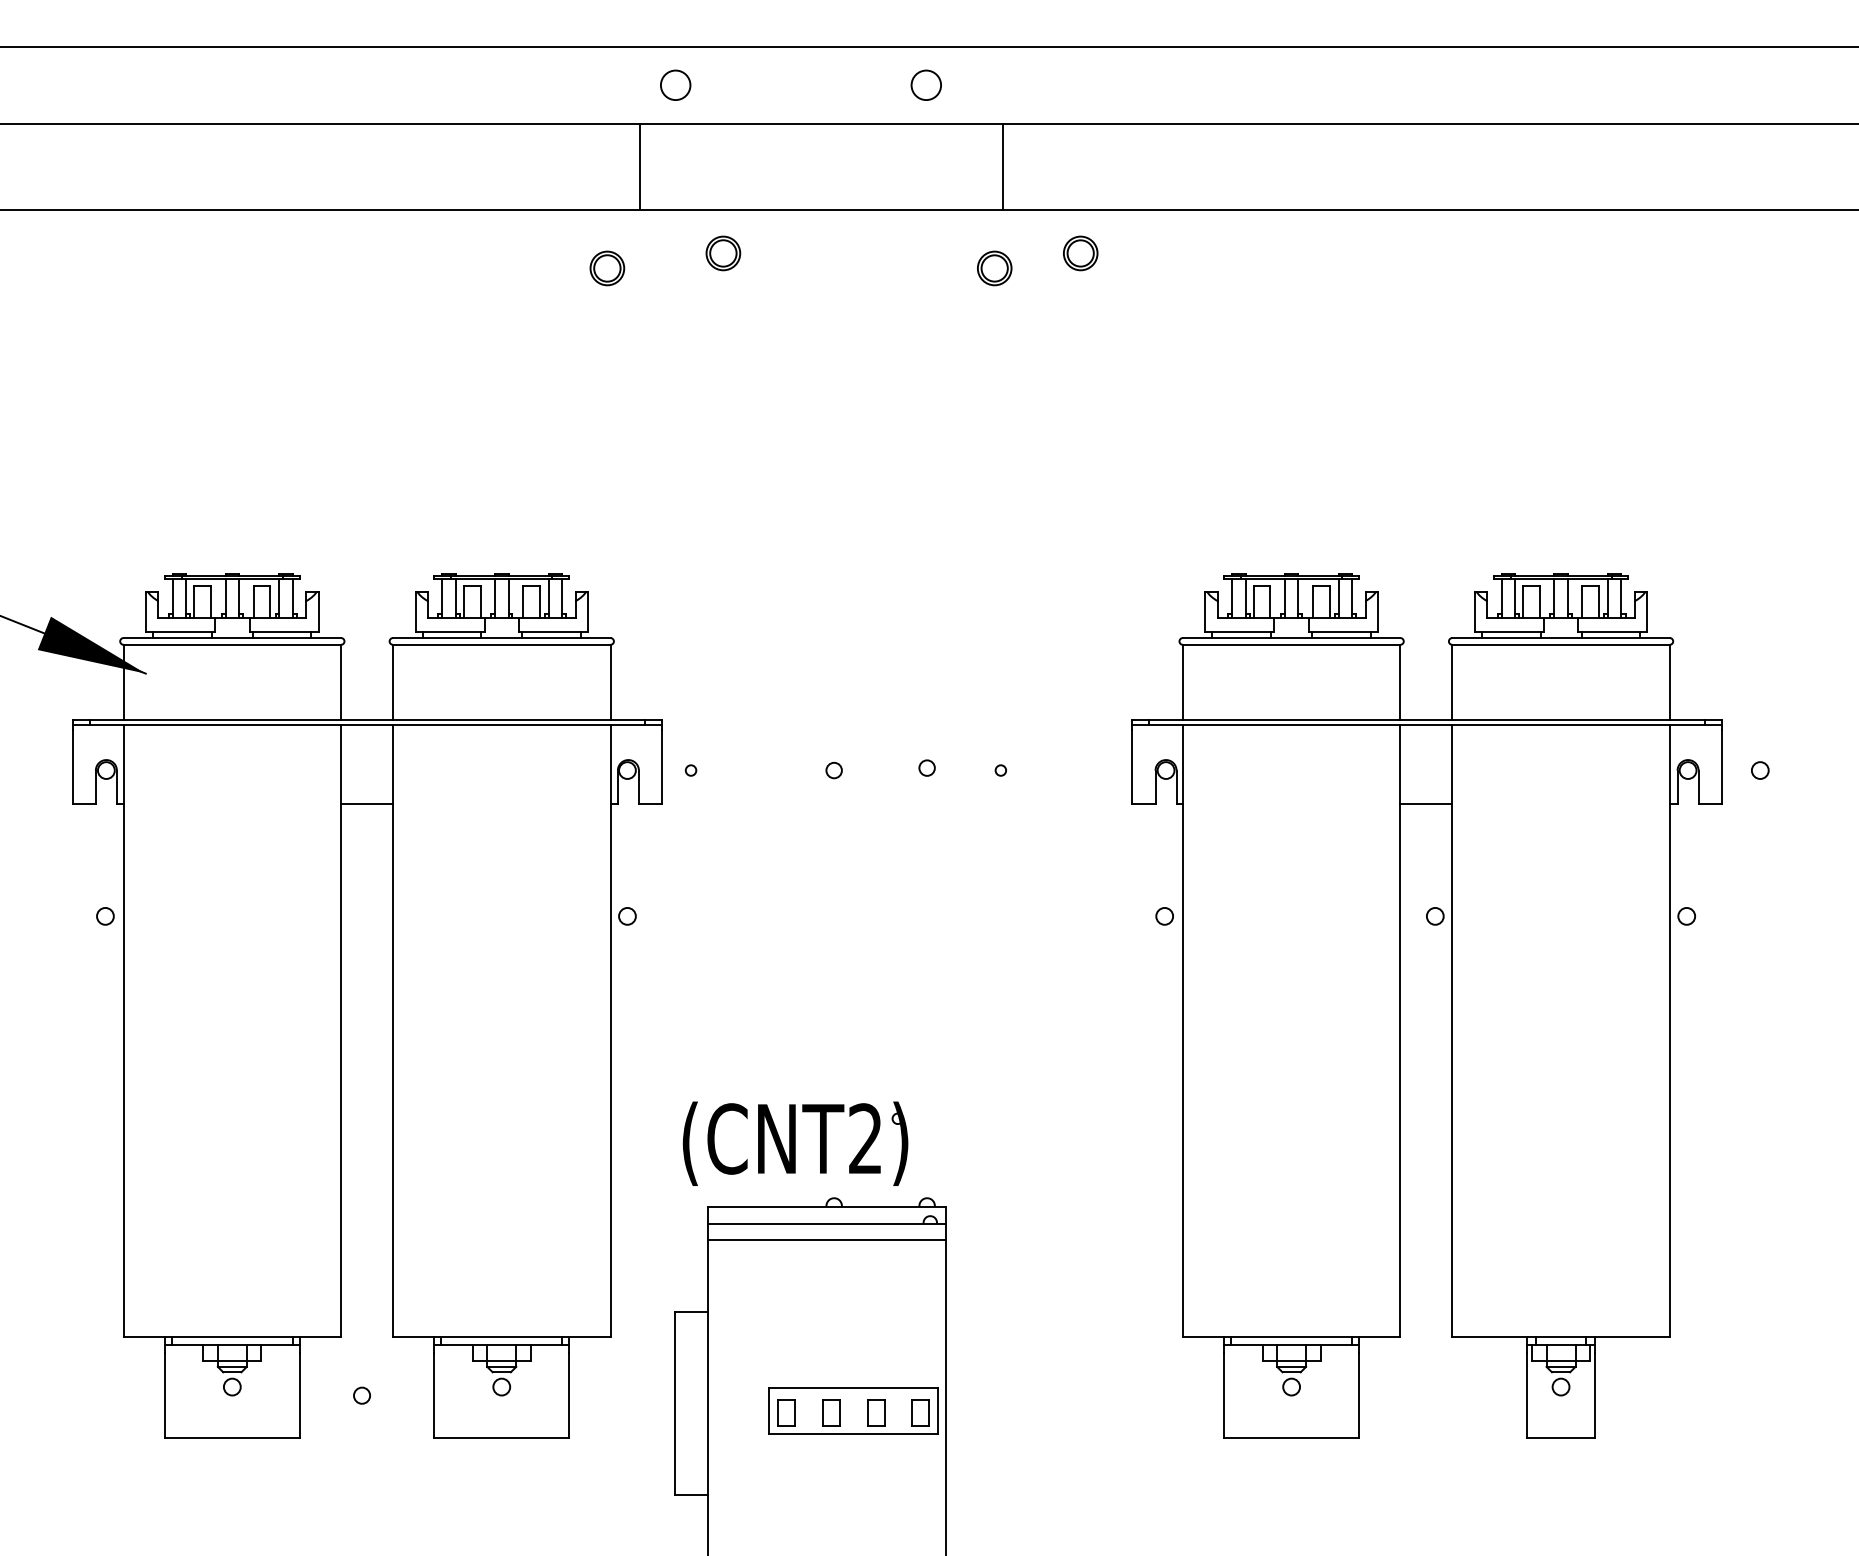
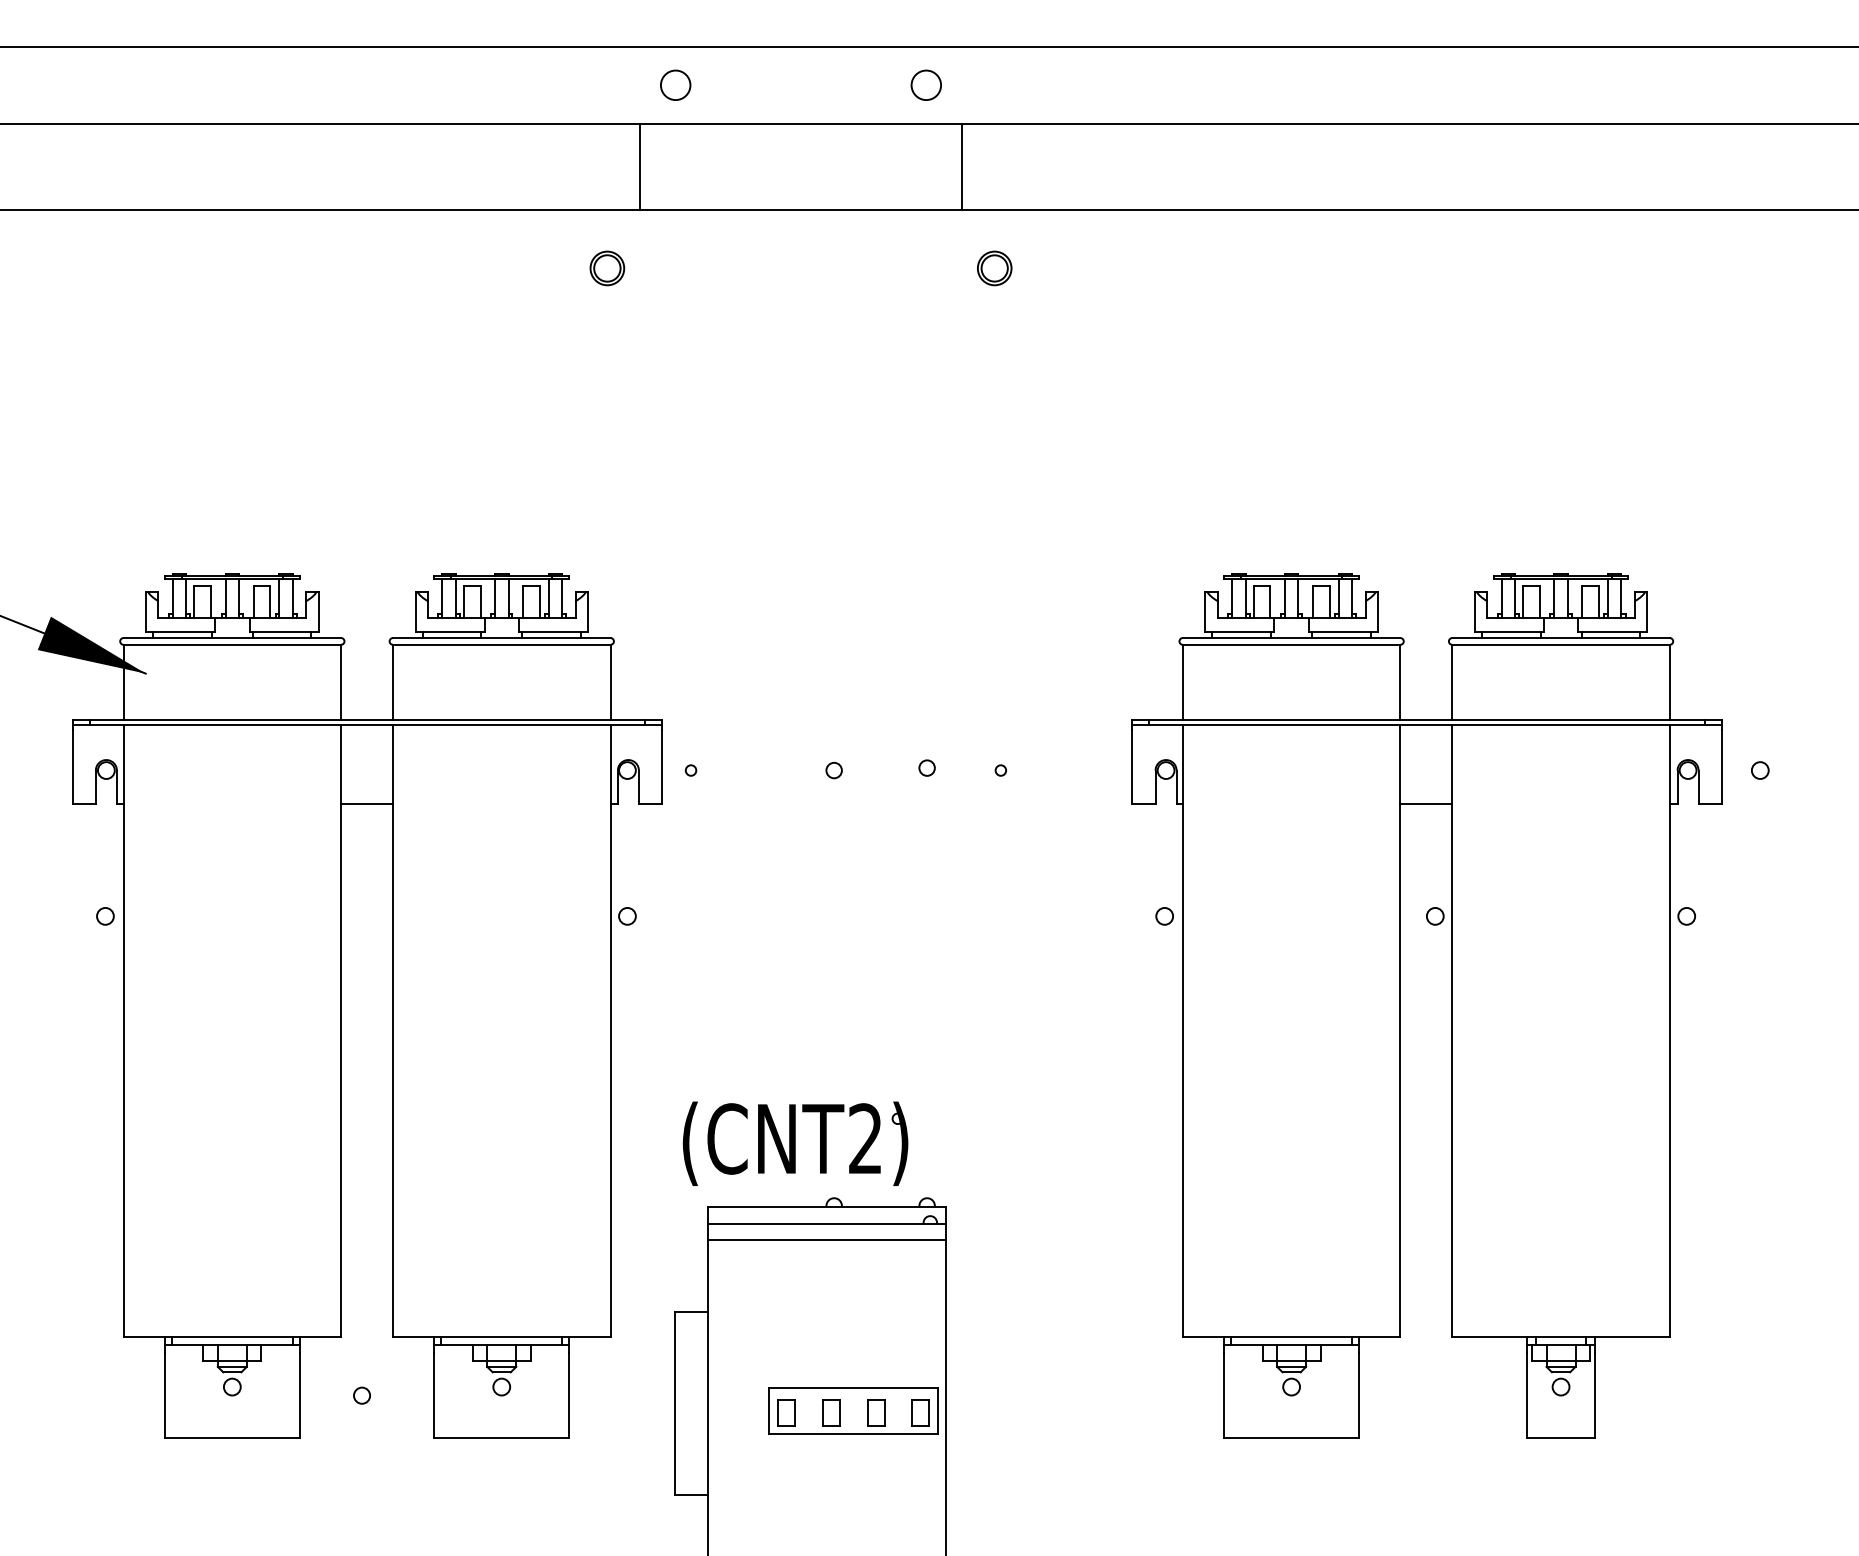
line at (1003, 166) position: (1003, 166) -> (962, 166)
part at (723, 253): present -> none
part at (1080, 253): present -> none
